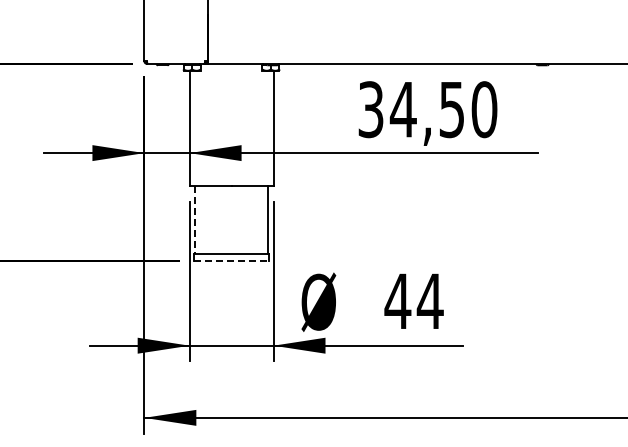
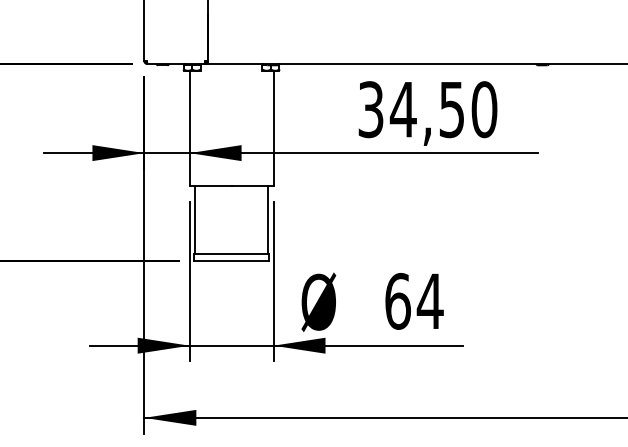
line at (194, 220): dashed -> solid
line at (232, 260): dashed -> solid
text at (397, 301): 44 -> 64
